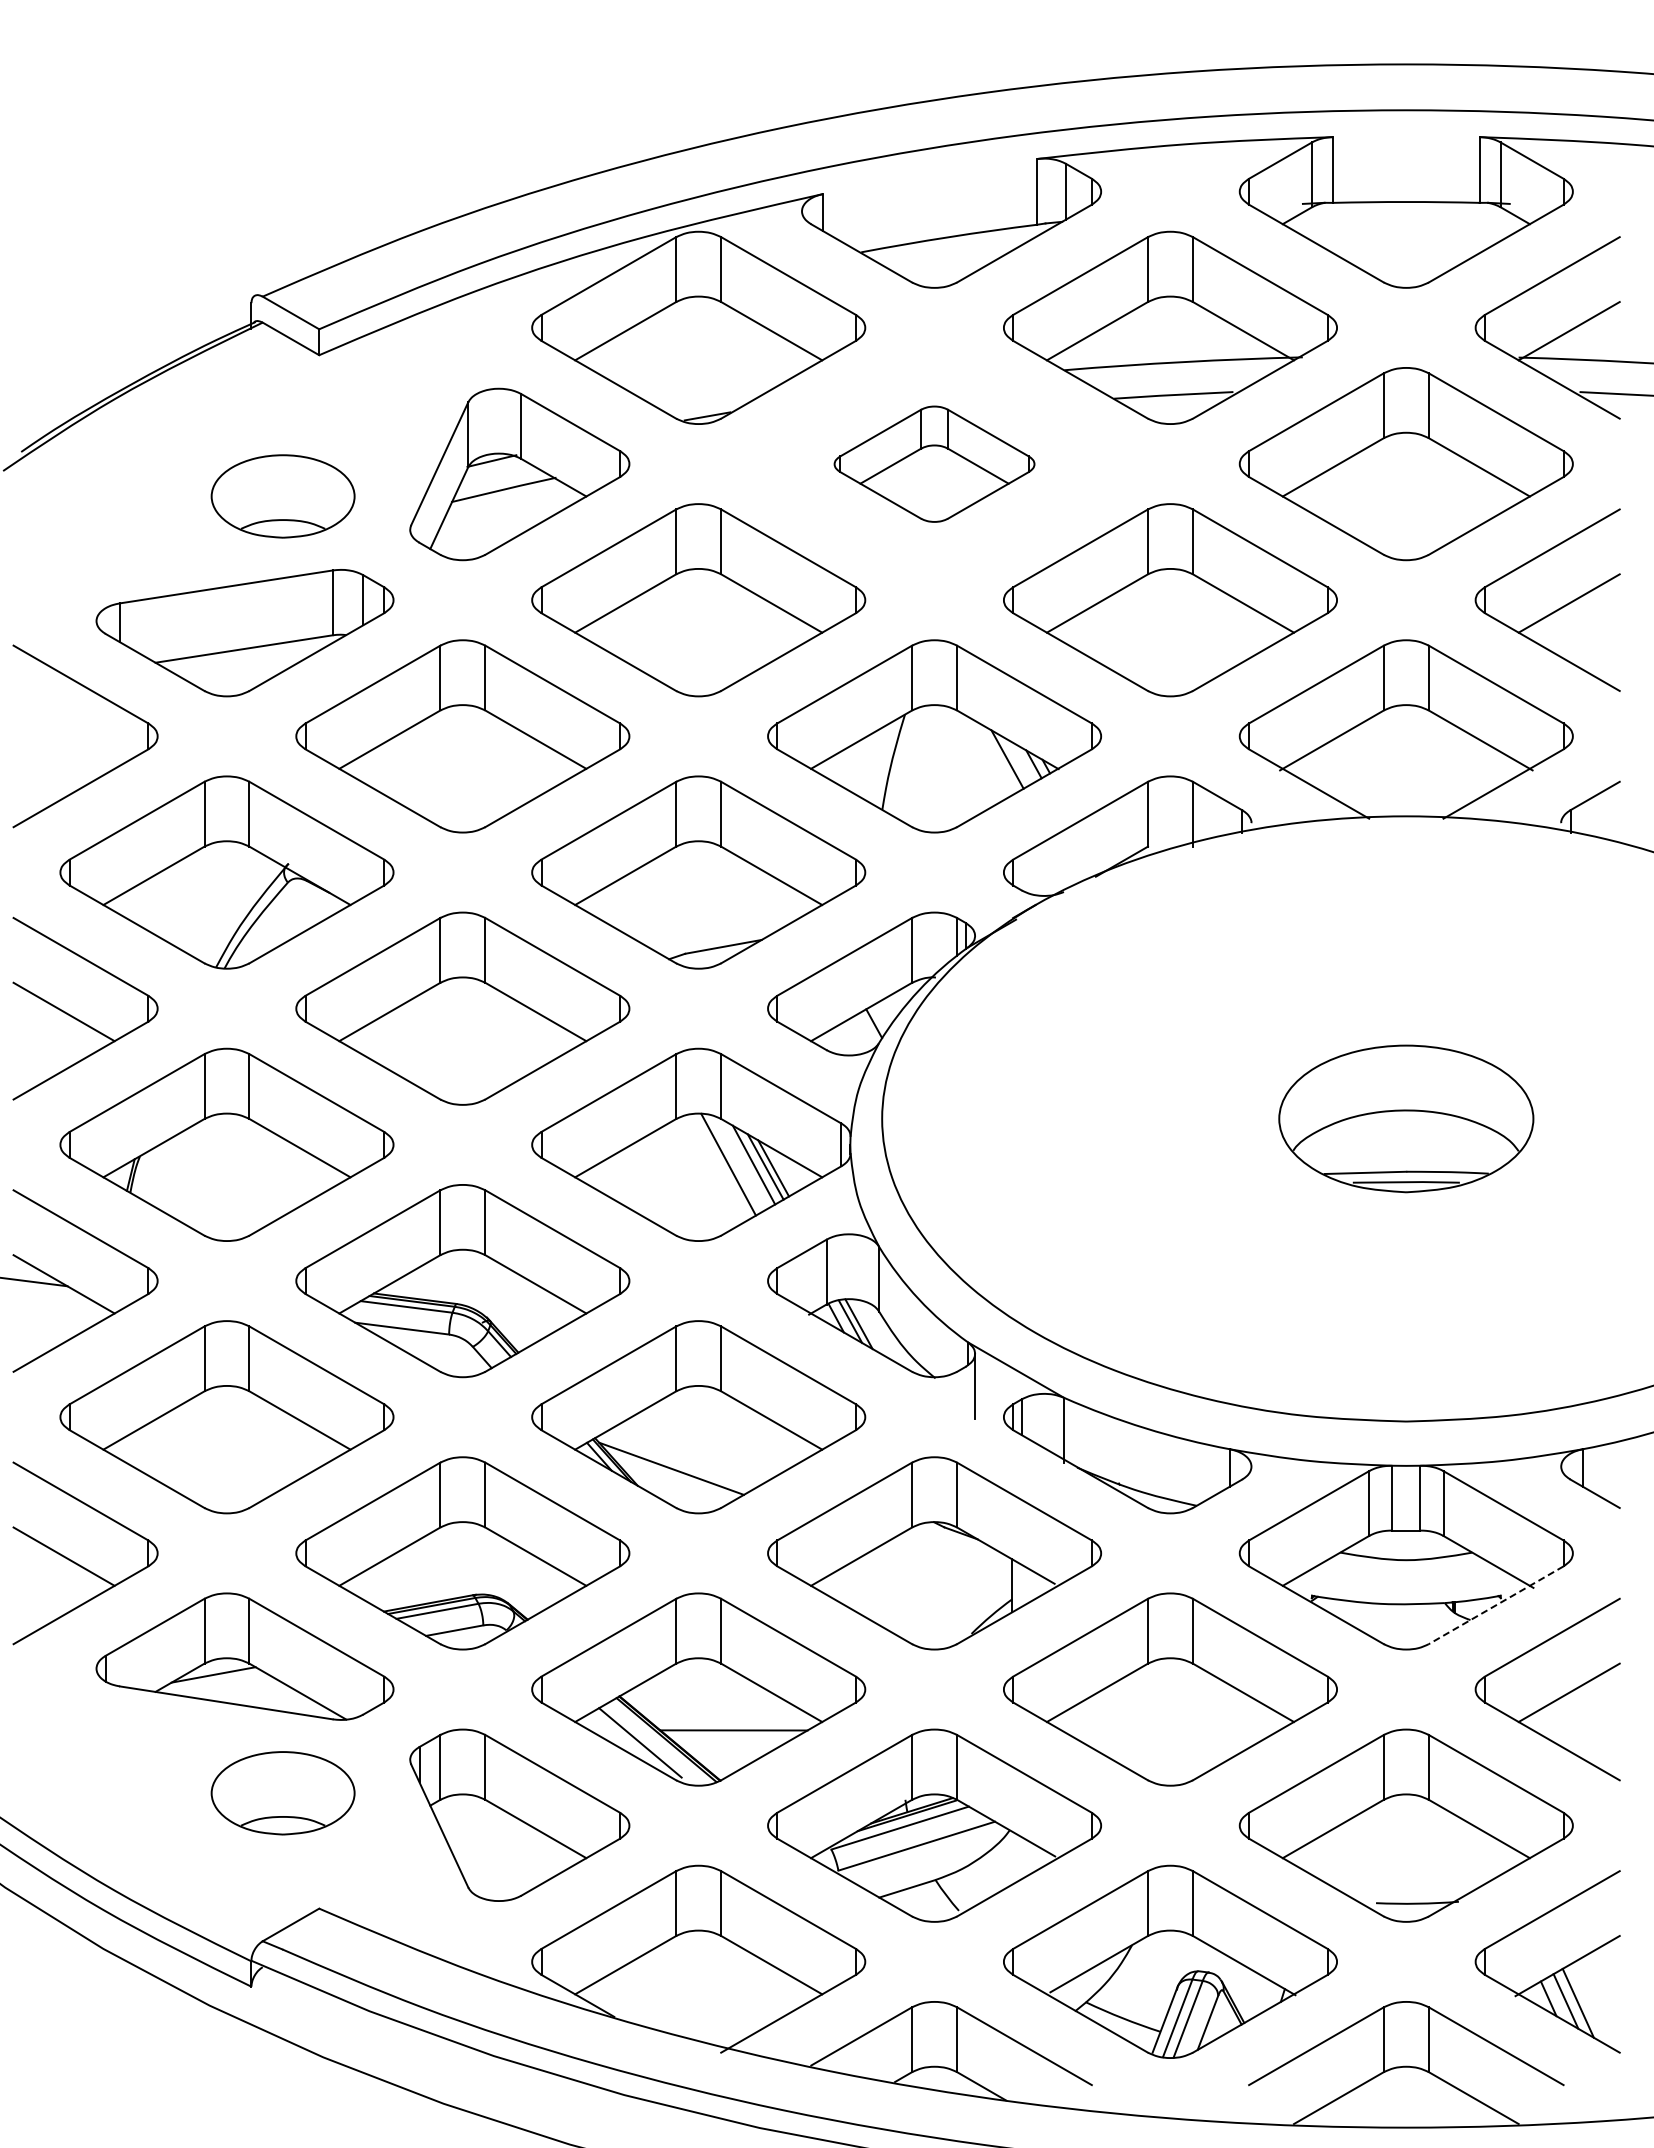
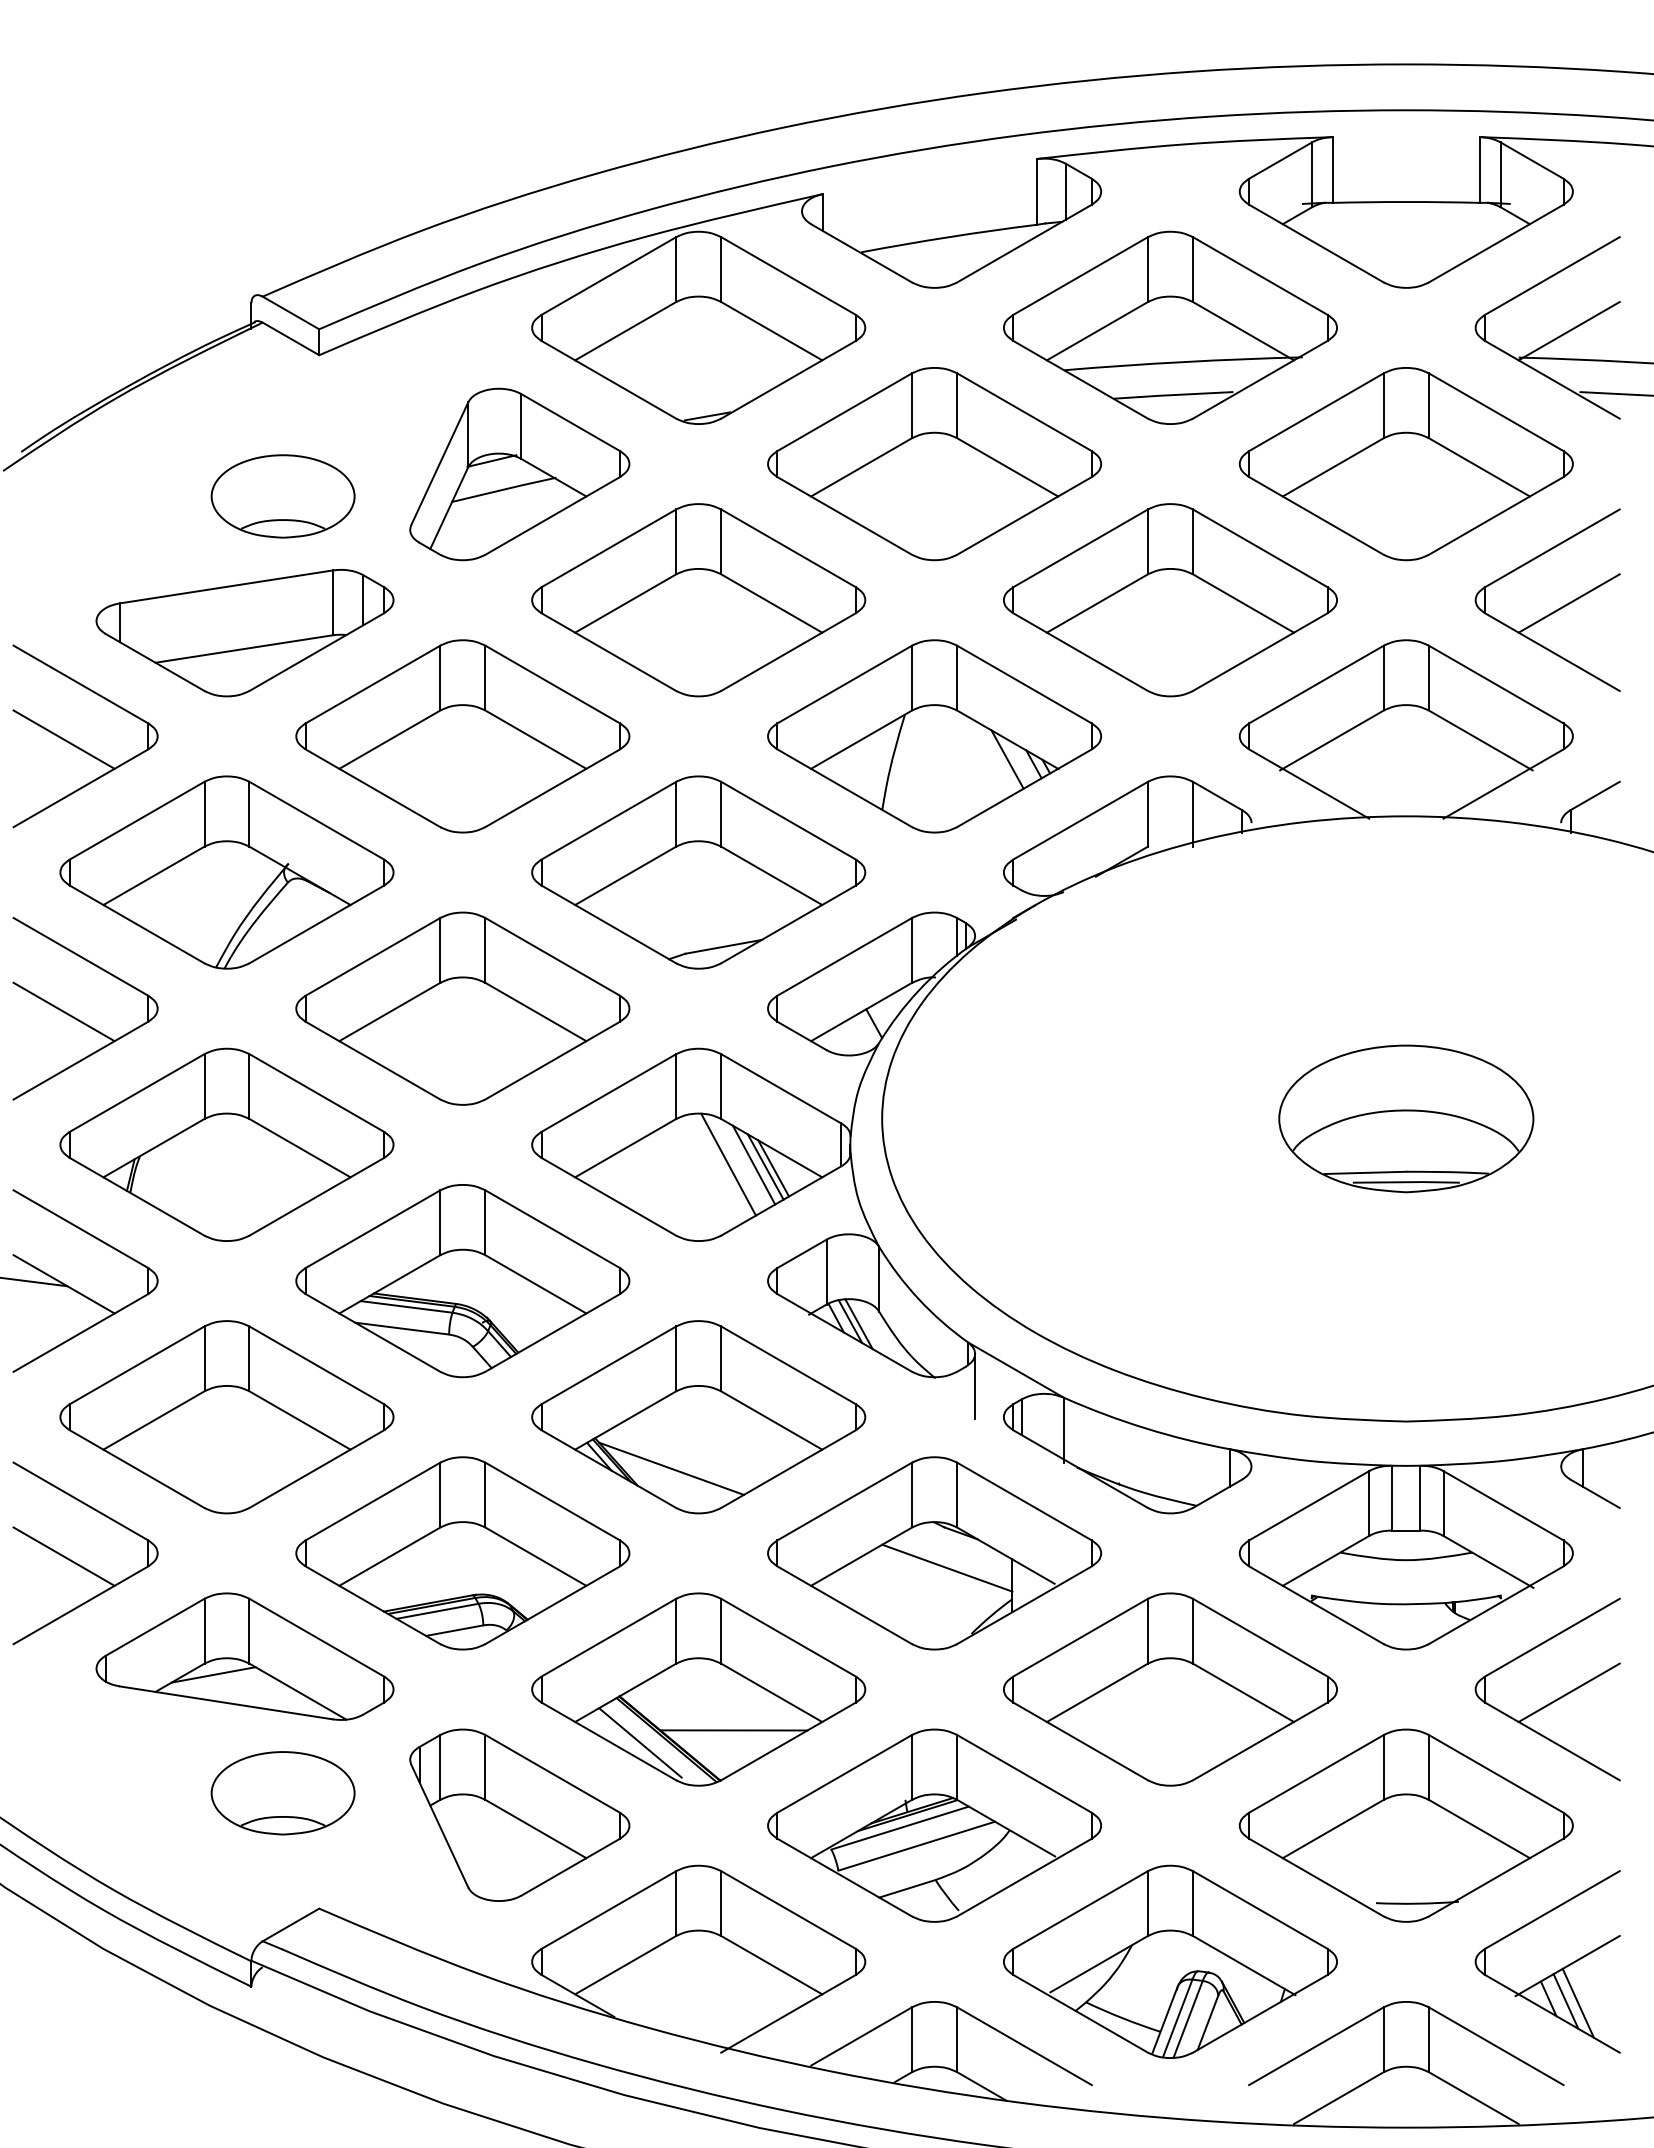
part at (934, 463) size: 203x118 px -> 335x195 px
line at (63, 739): none -> present
line at (947, 1567): none -> present
line at (1496, 1605): dashed -> solid
